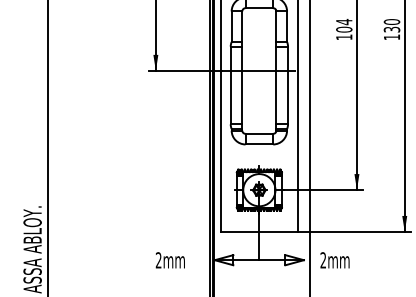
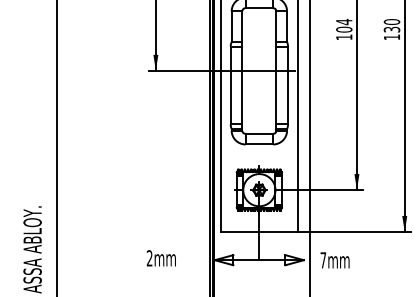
line at (48, 147) position: (48, 147) -> (57, 147)
text at (169, 260) position: (169, 260) -> (160, 258)
text at (323, 260): 2mm -> 7mm
